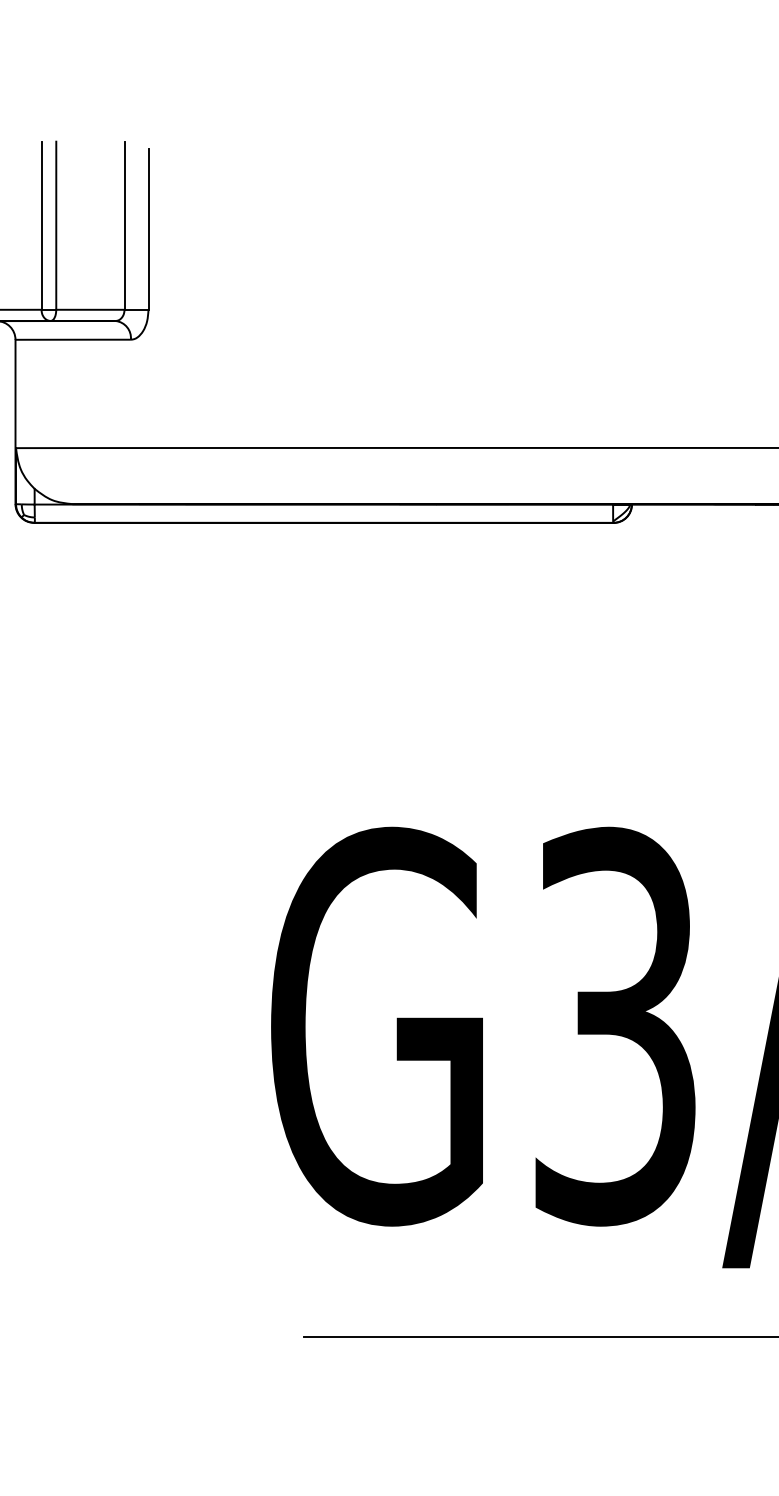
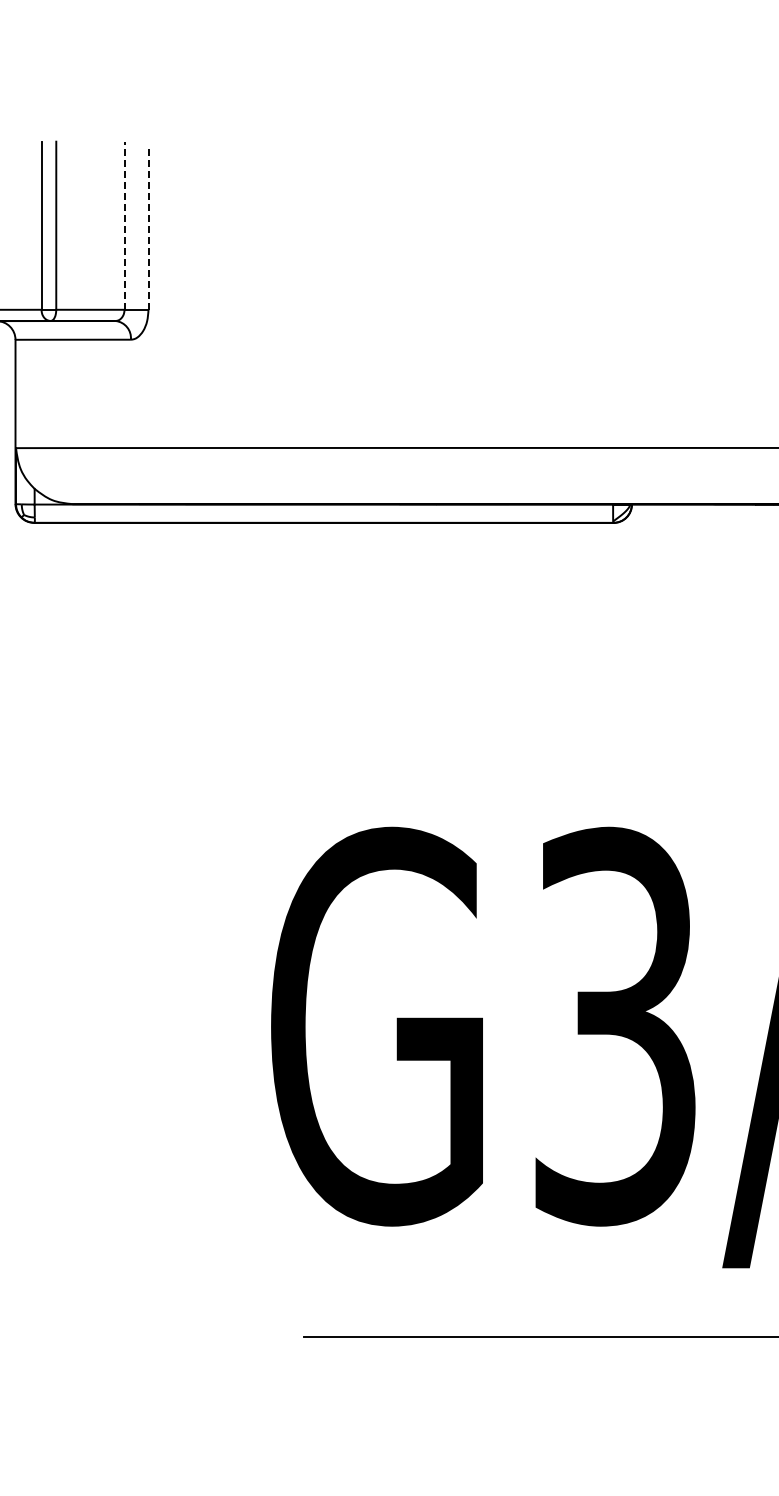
line at (124, 225): solid -> dashed
line at (148, 229): solid -> dashed
